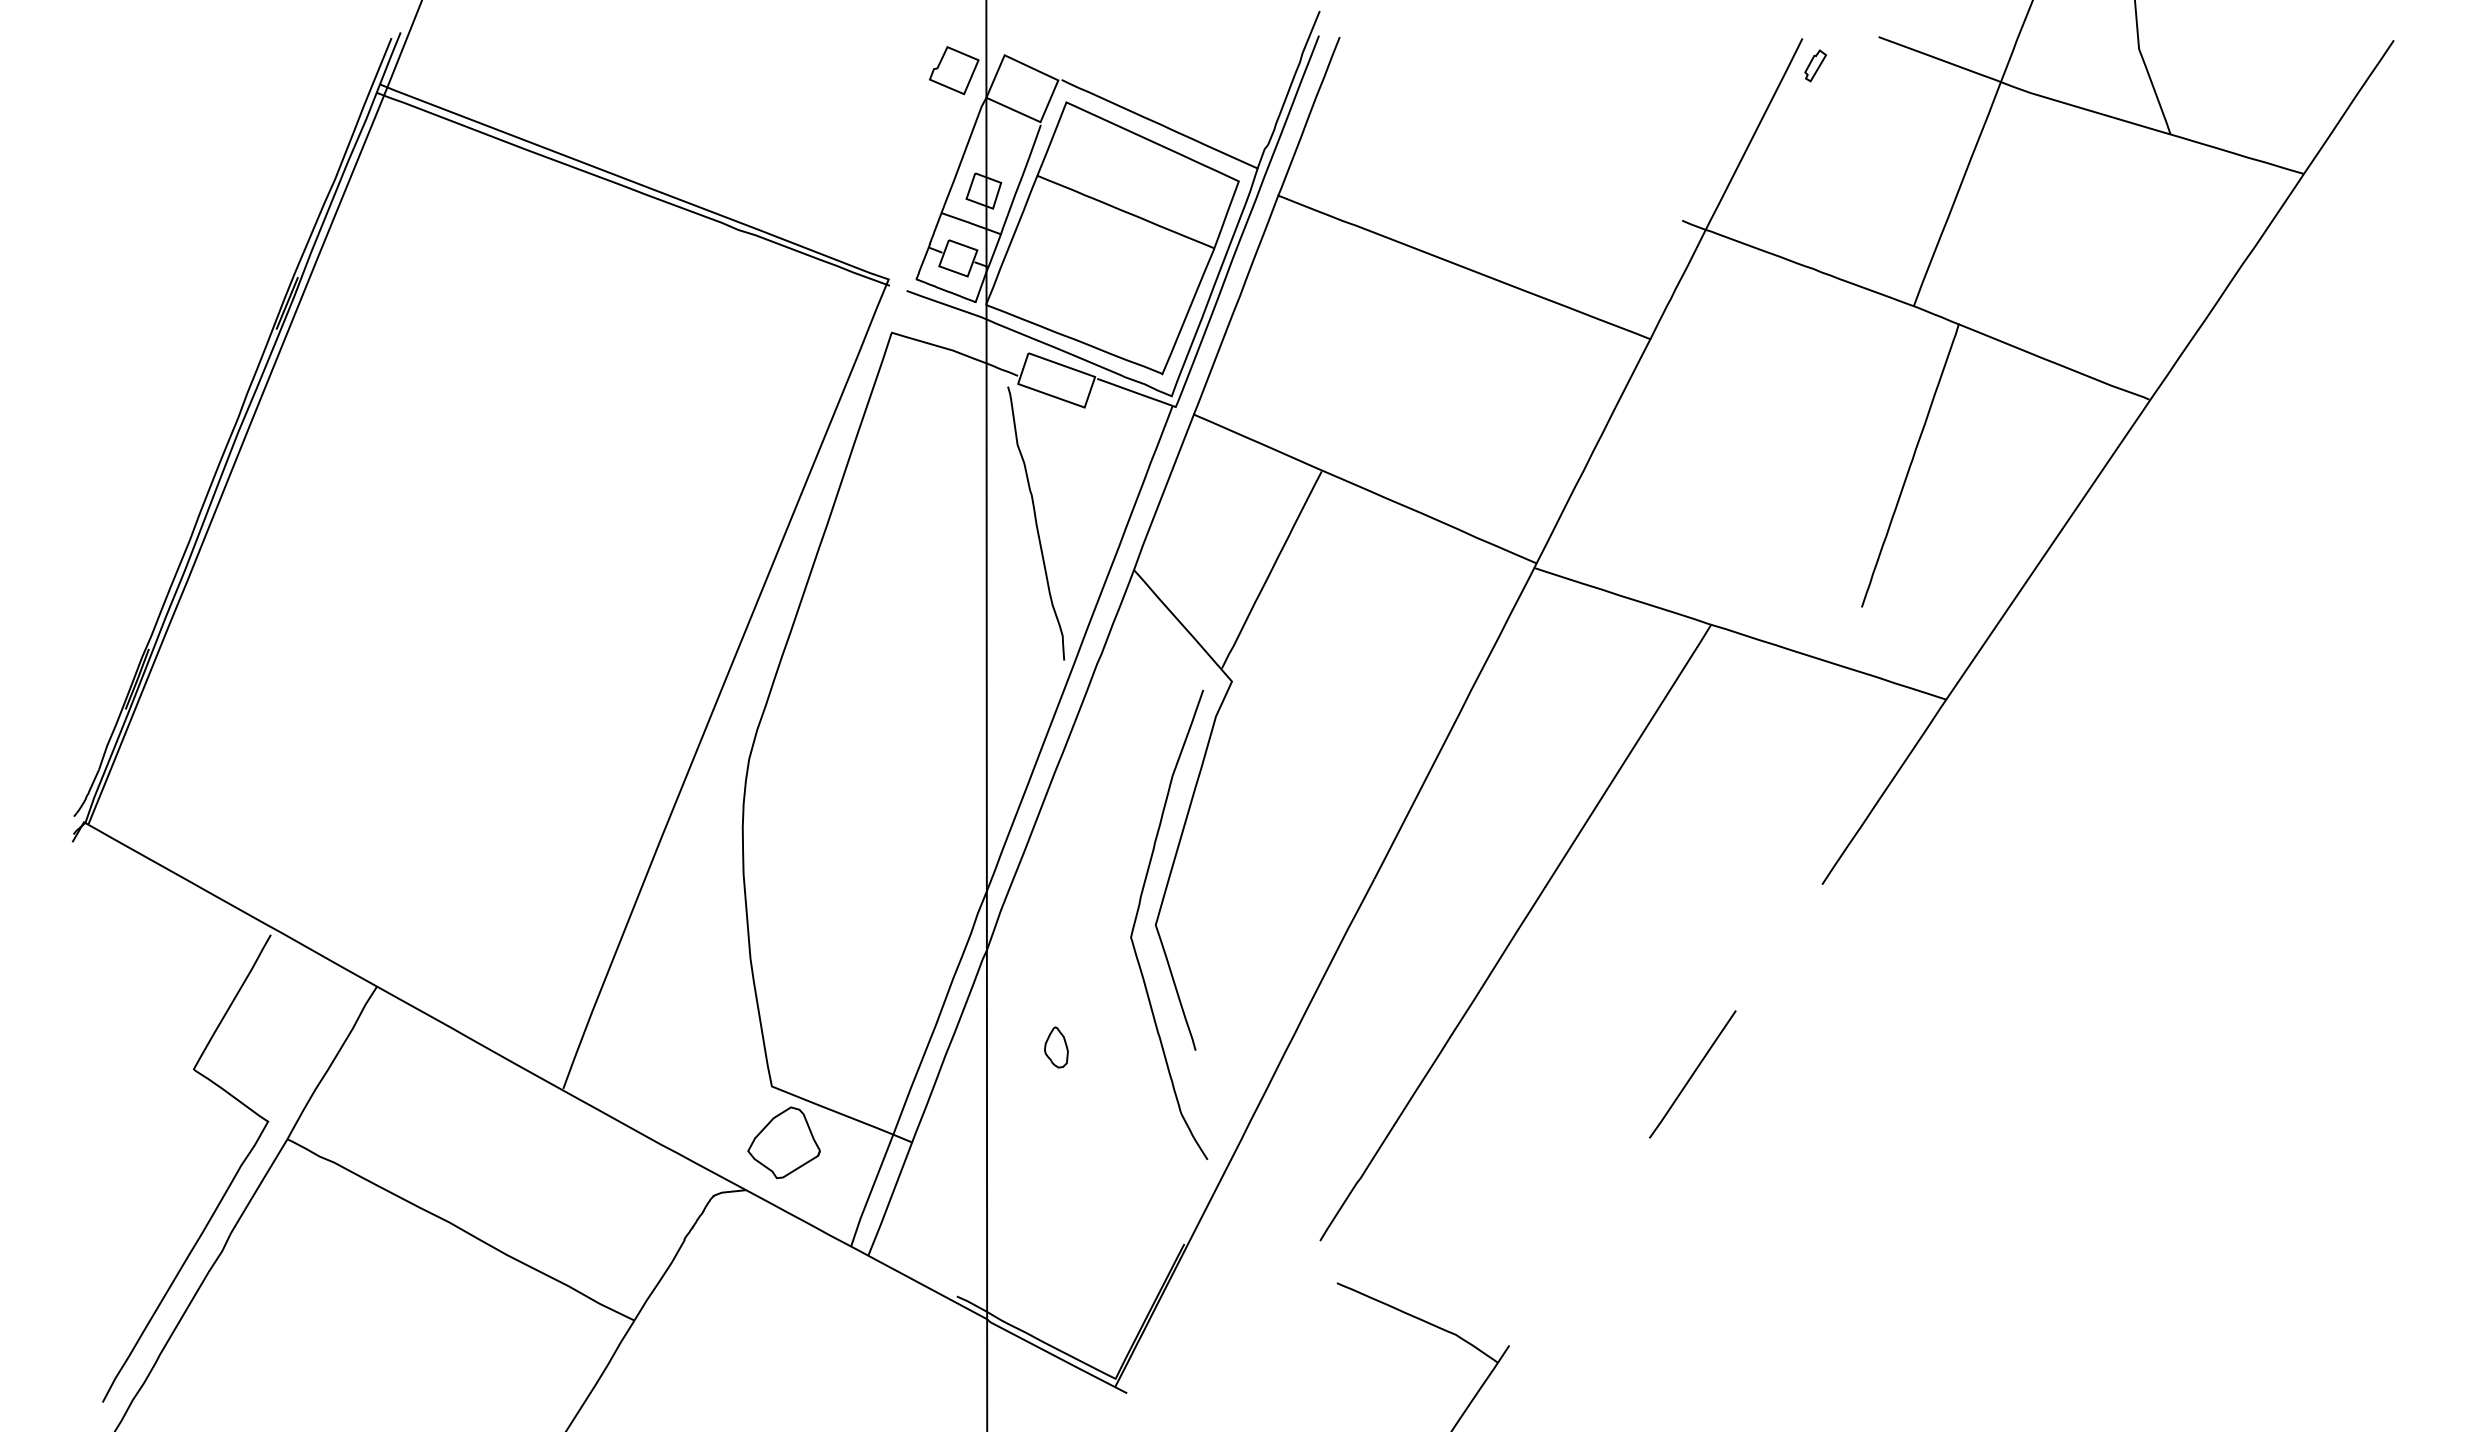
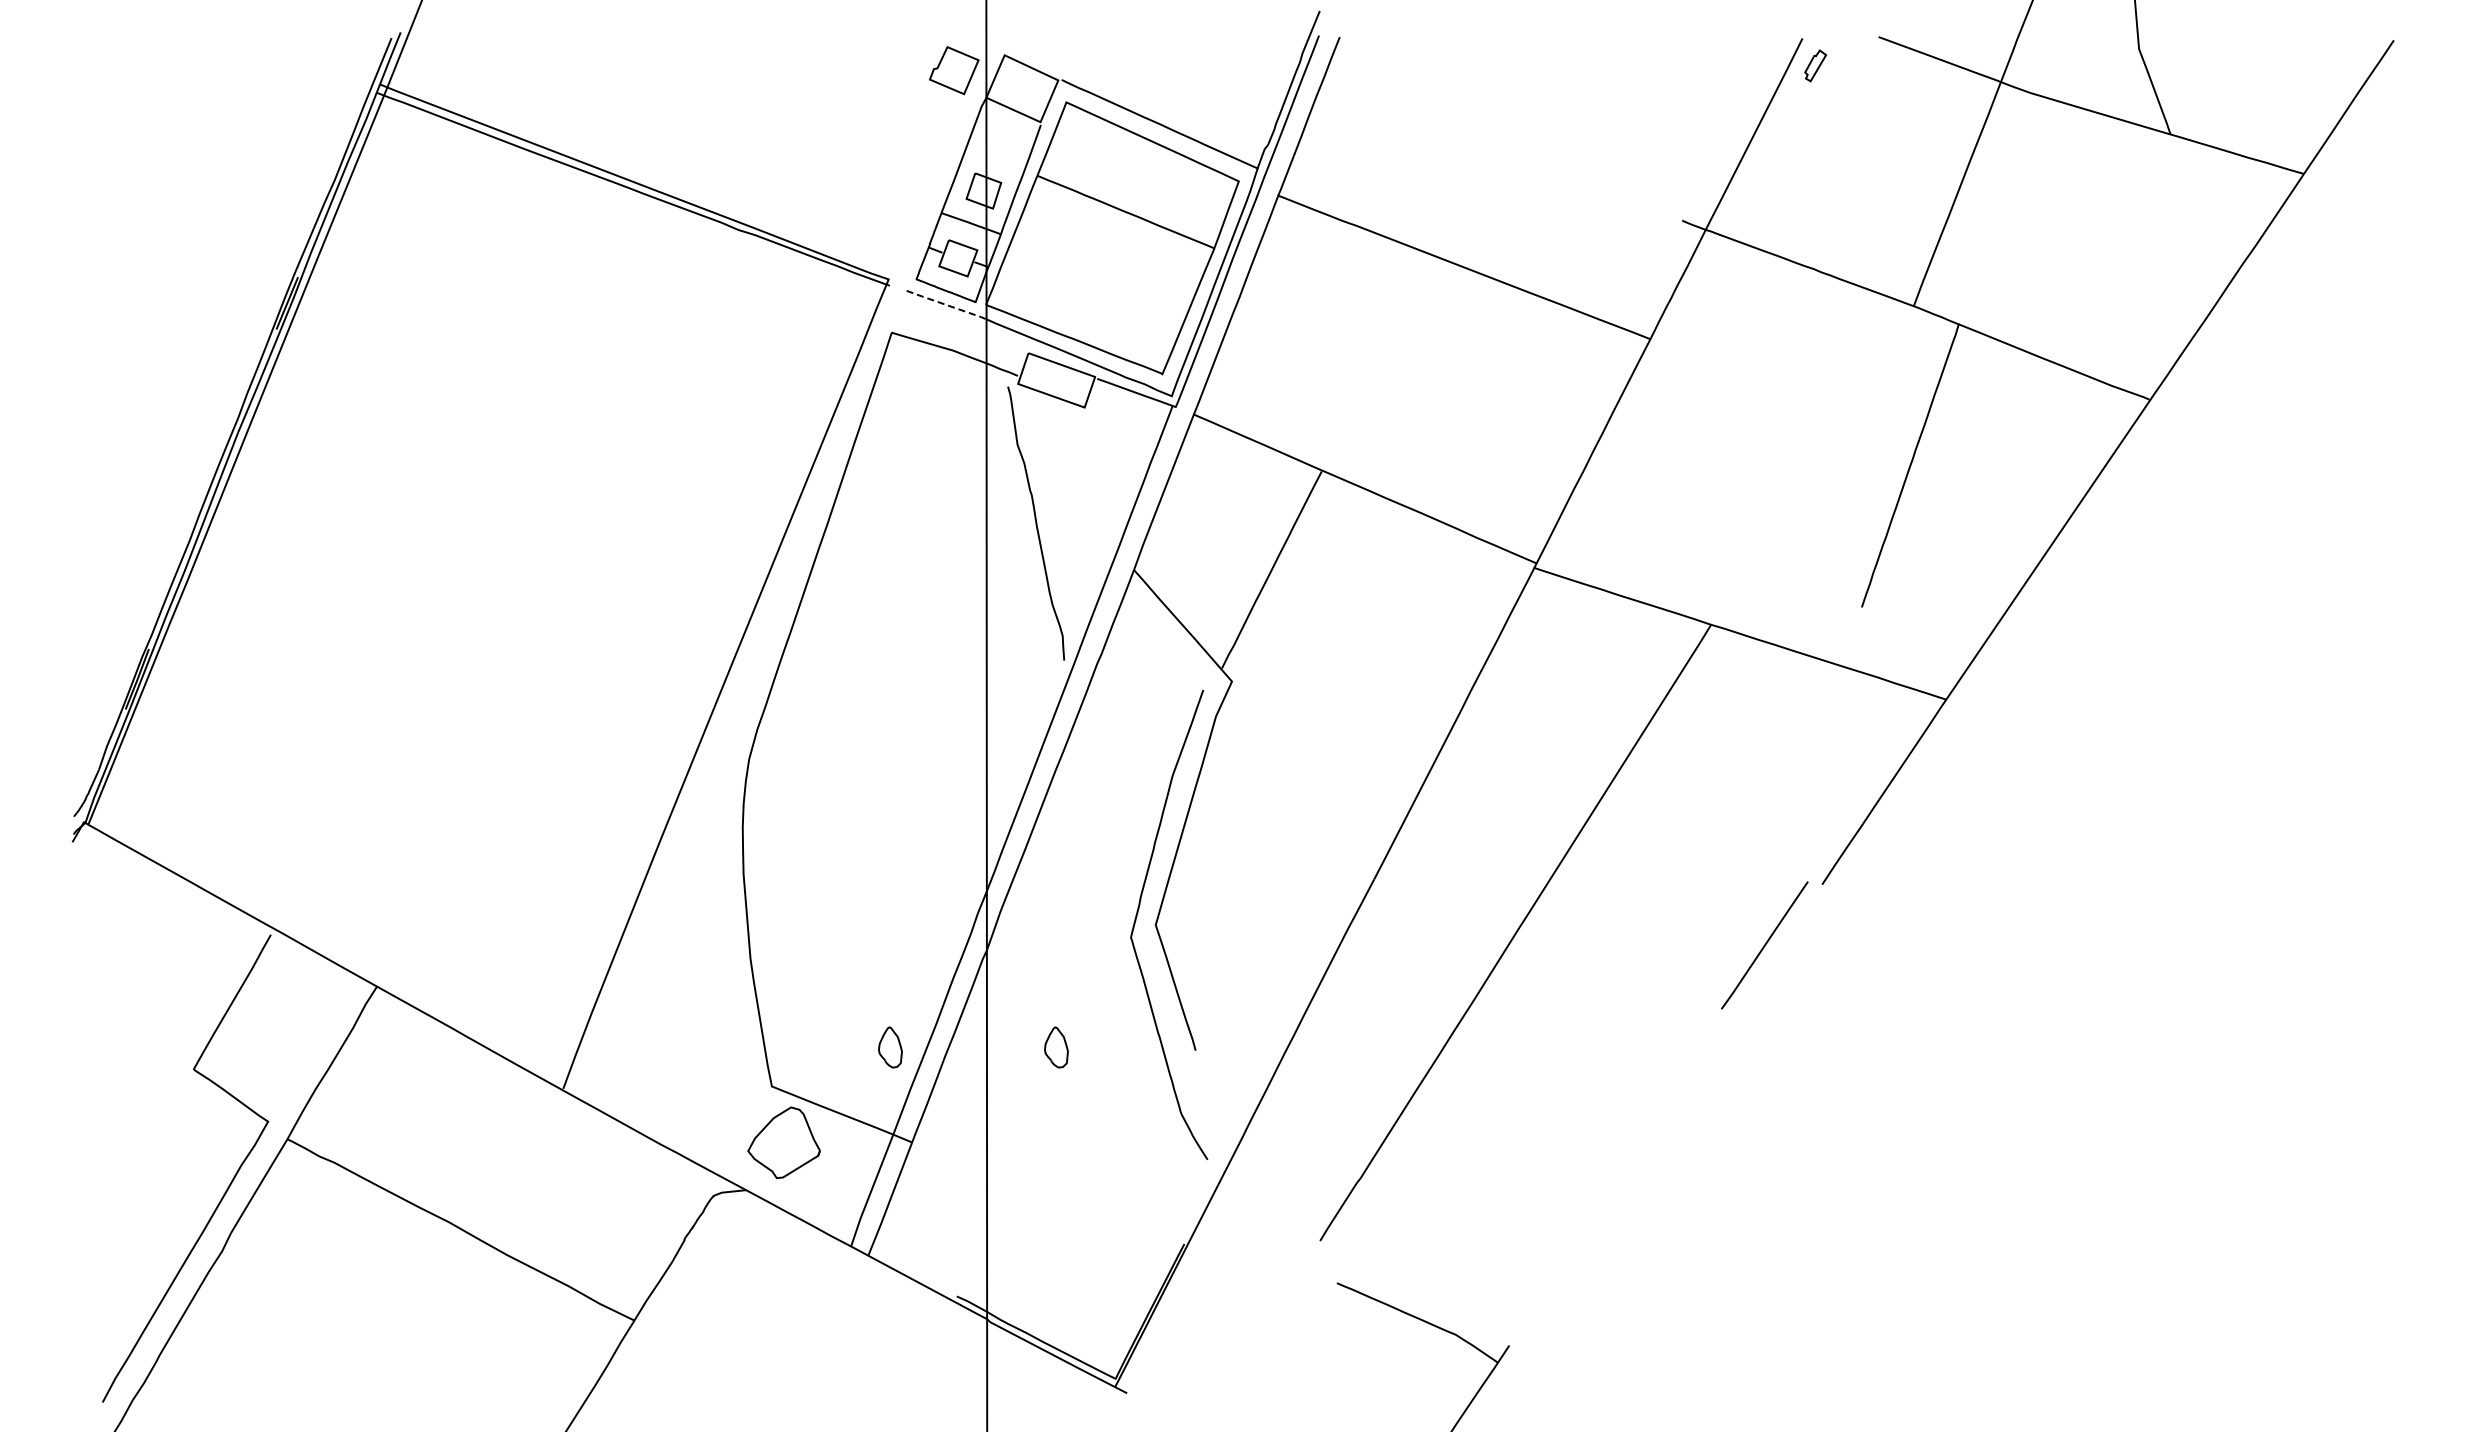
line at (946, 304): solid -> dashed
part at (890, 1047): none -> present
line at (1692, 1074) position: (1692, 1074) -> (1764, 945)
